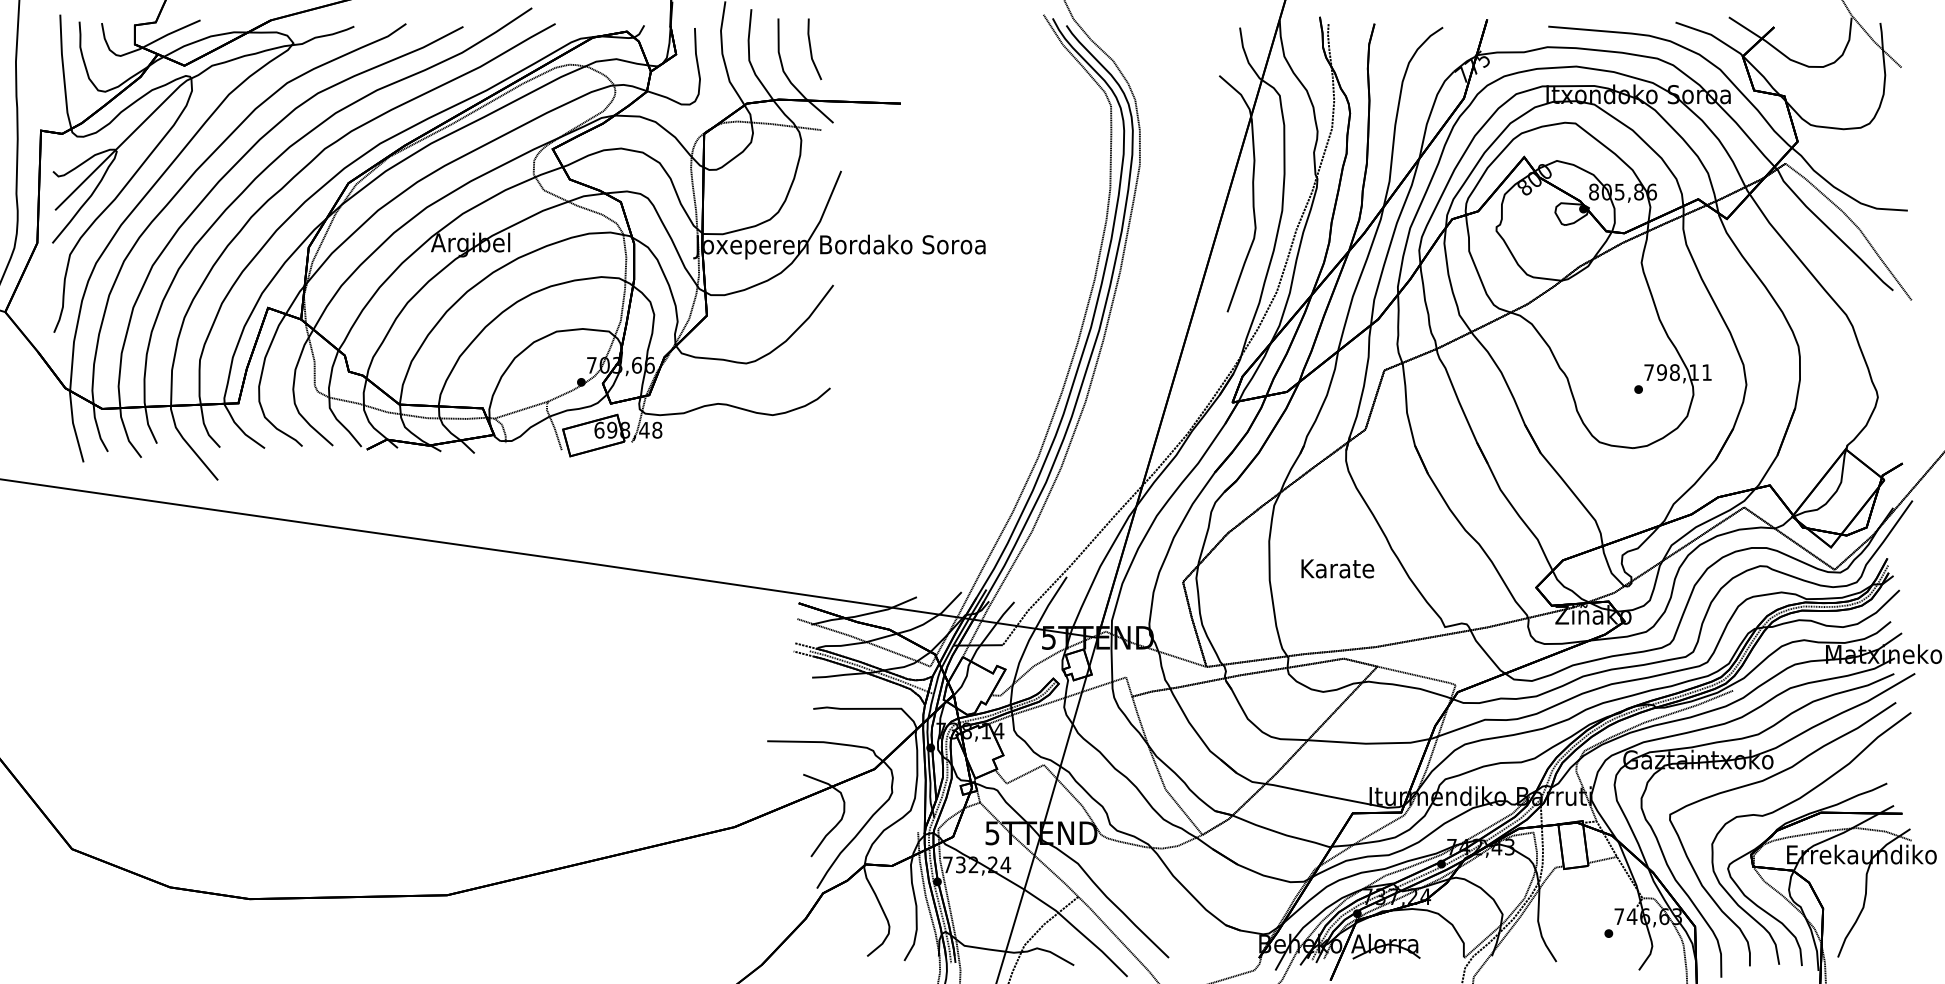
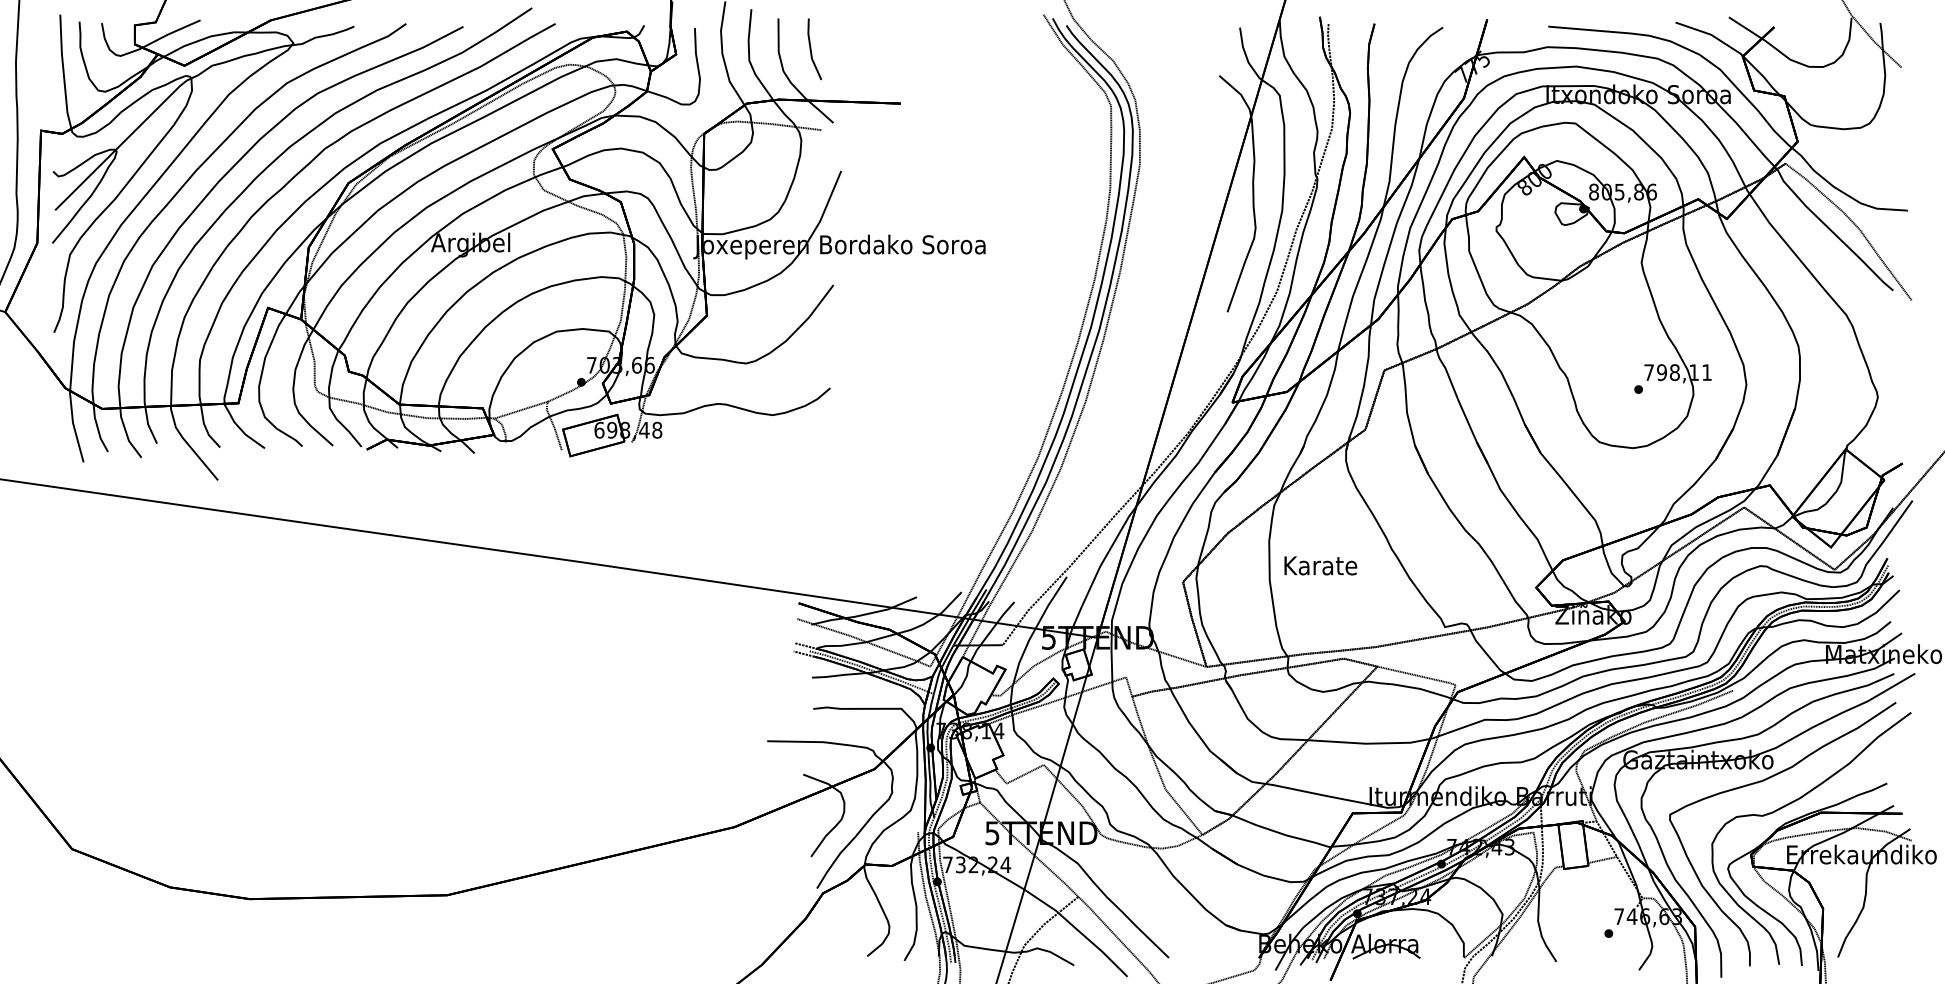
text at (1337, 568) position: (1337, 568) -> (1320, 565)
